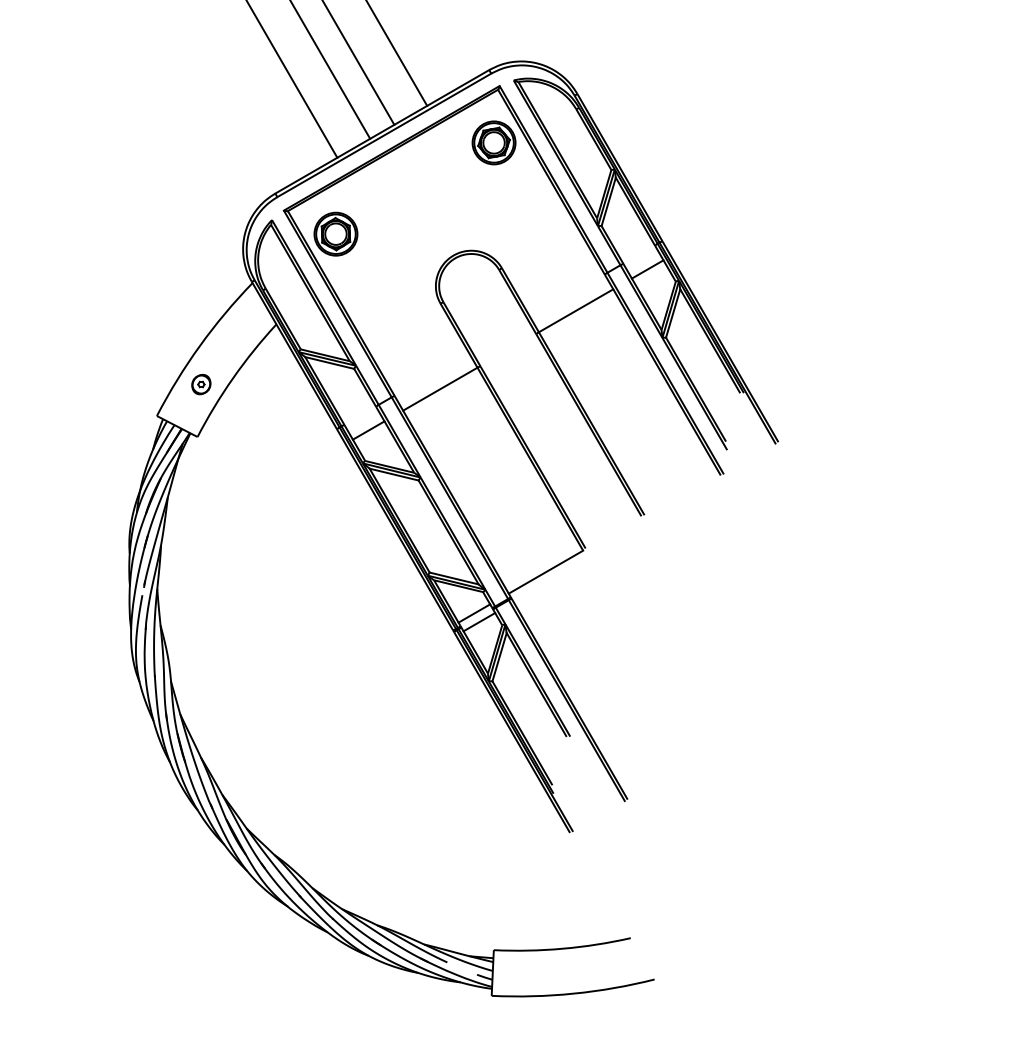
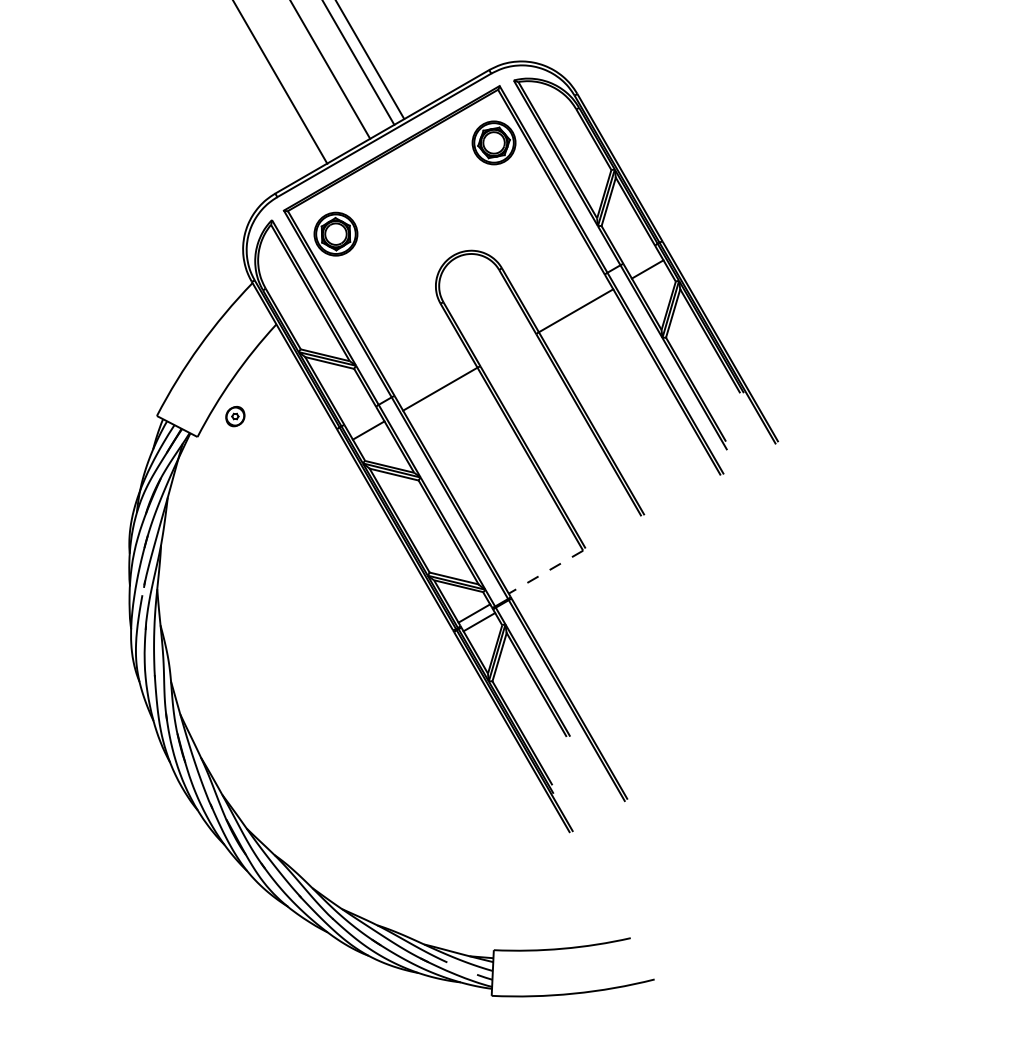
line at (397, 53) position: (397, 53) -> (370, 60)
line at (292, 79) position: (292, 79) -> (280, 82)
part at (201, 384) position: (201, 384) -> (235, 416)
line at (545, 572): solid -> dashed
